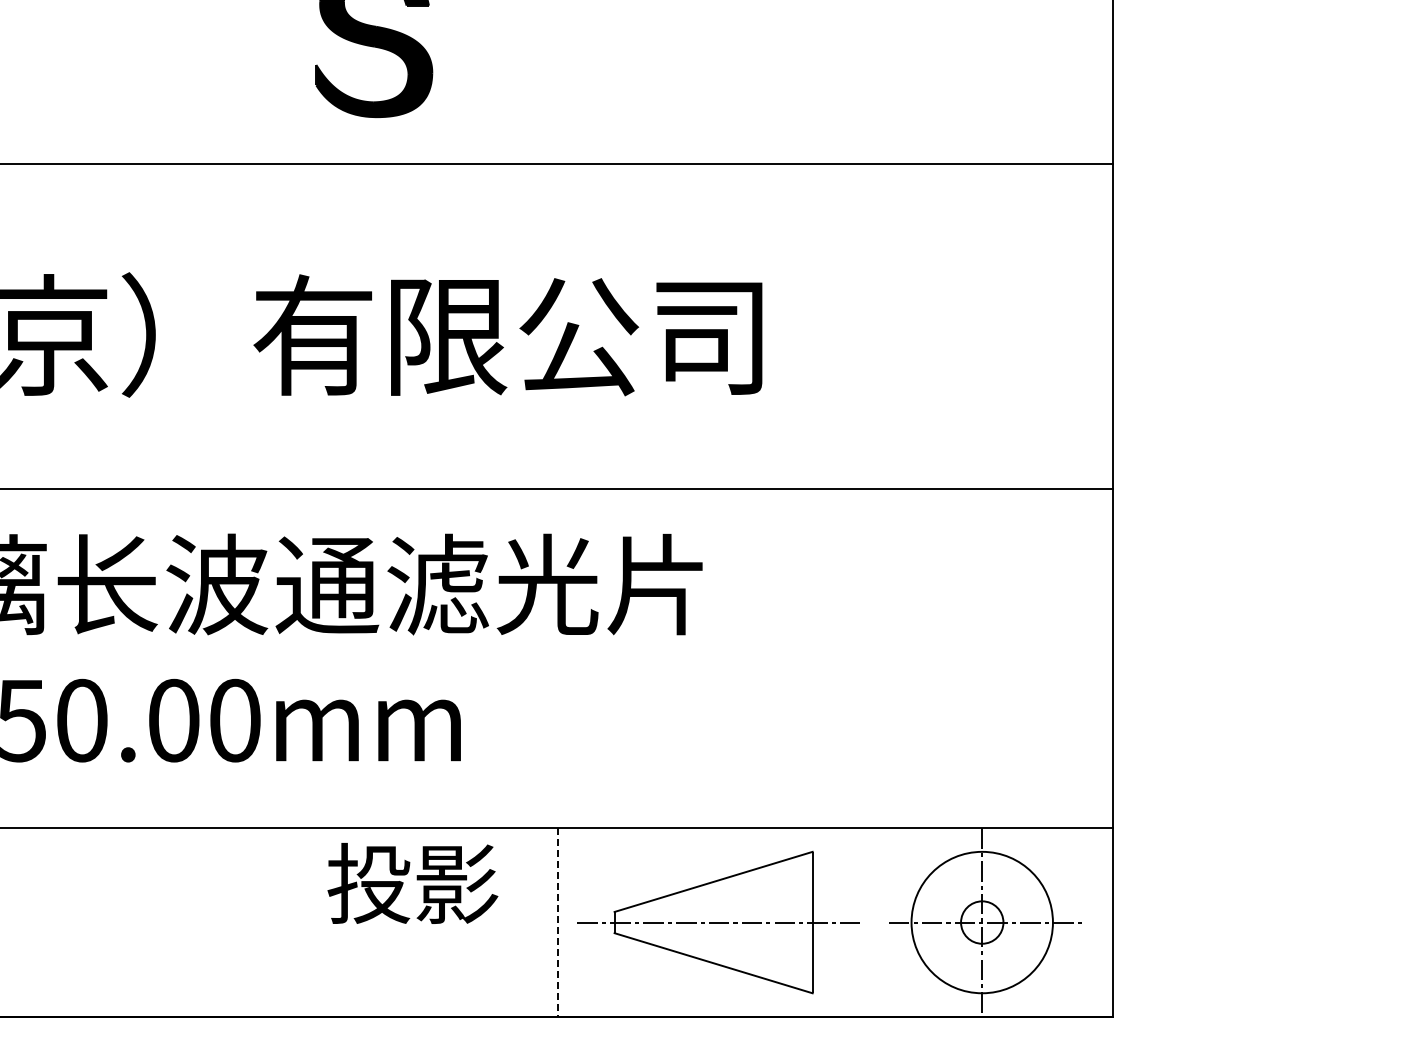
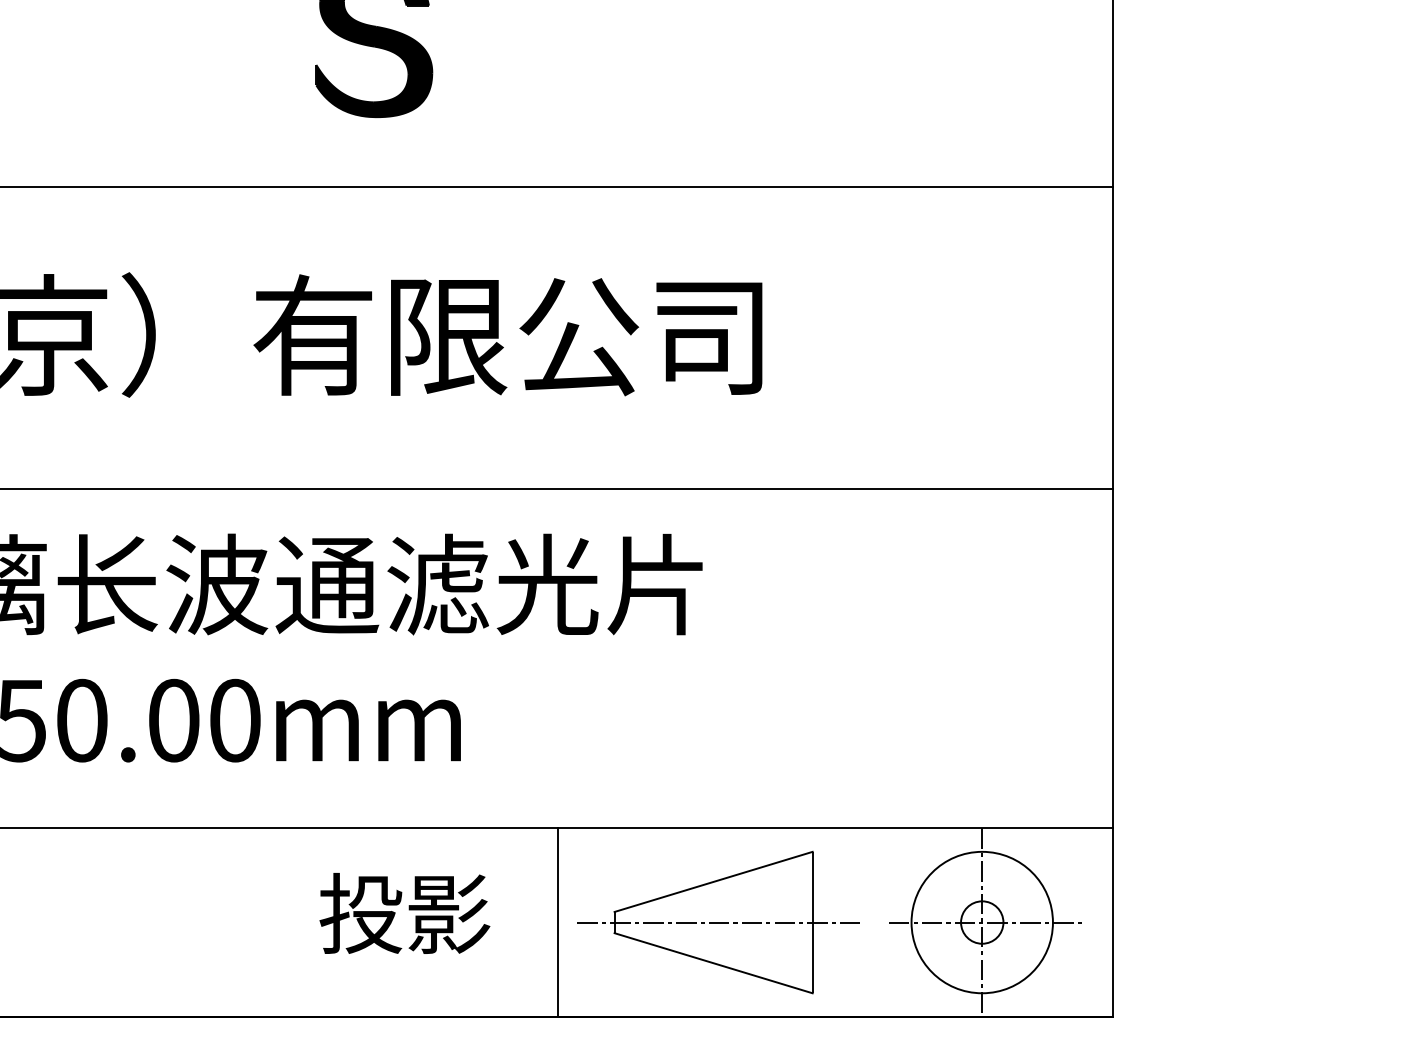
line at (557, 164) position: (557, 164) -> (557, 187)
text at (412, 883) position: (412, 883) -> (404, 913)
line at (557, 923): dashed -> solid
